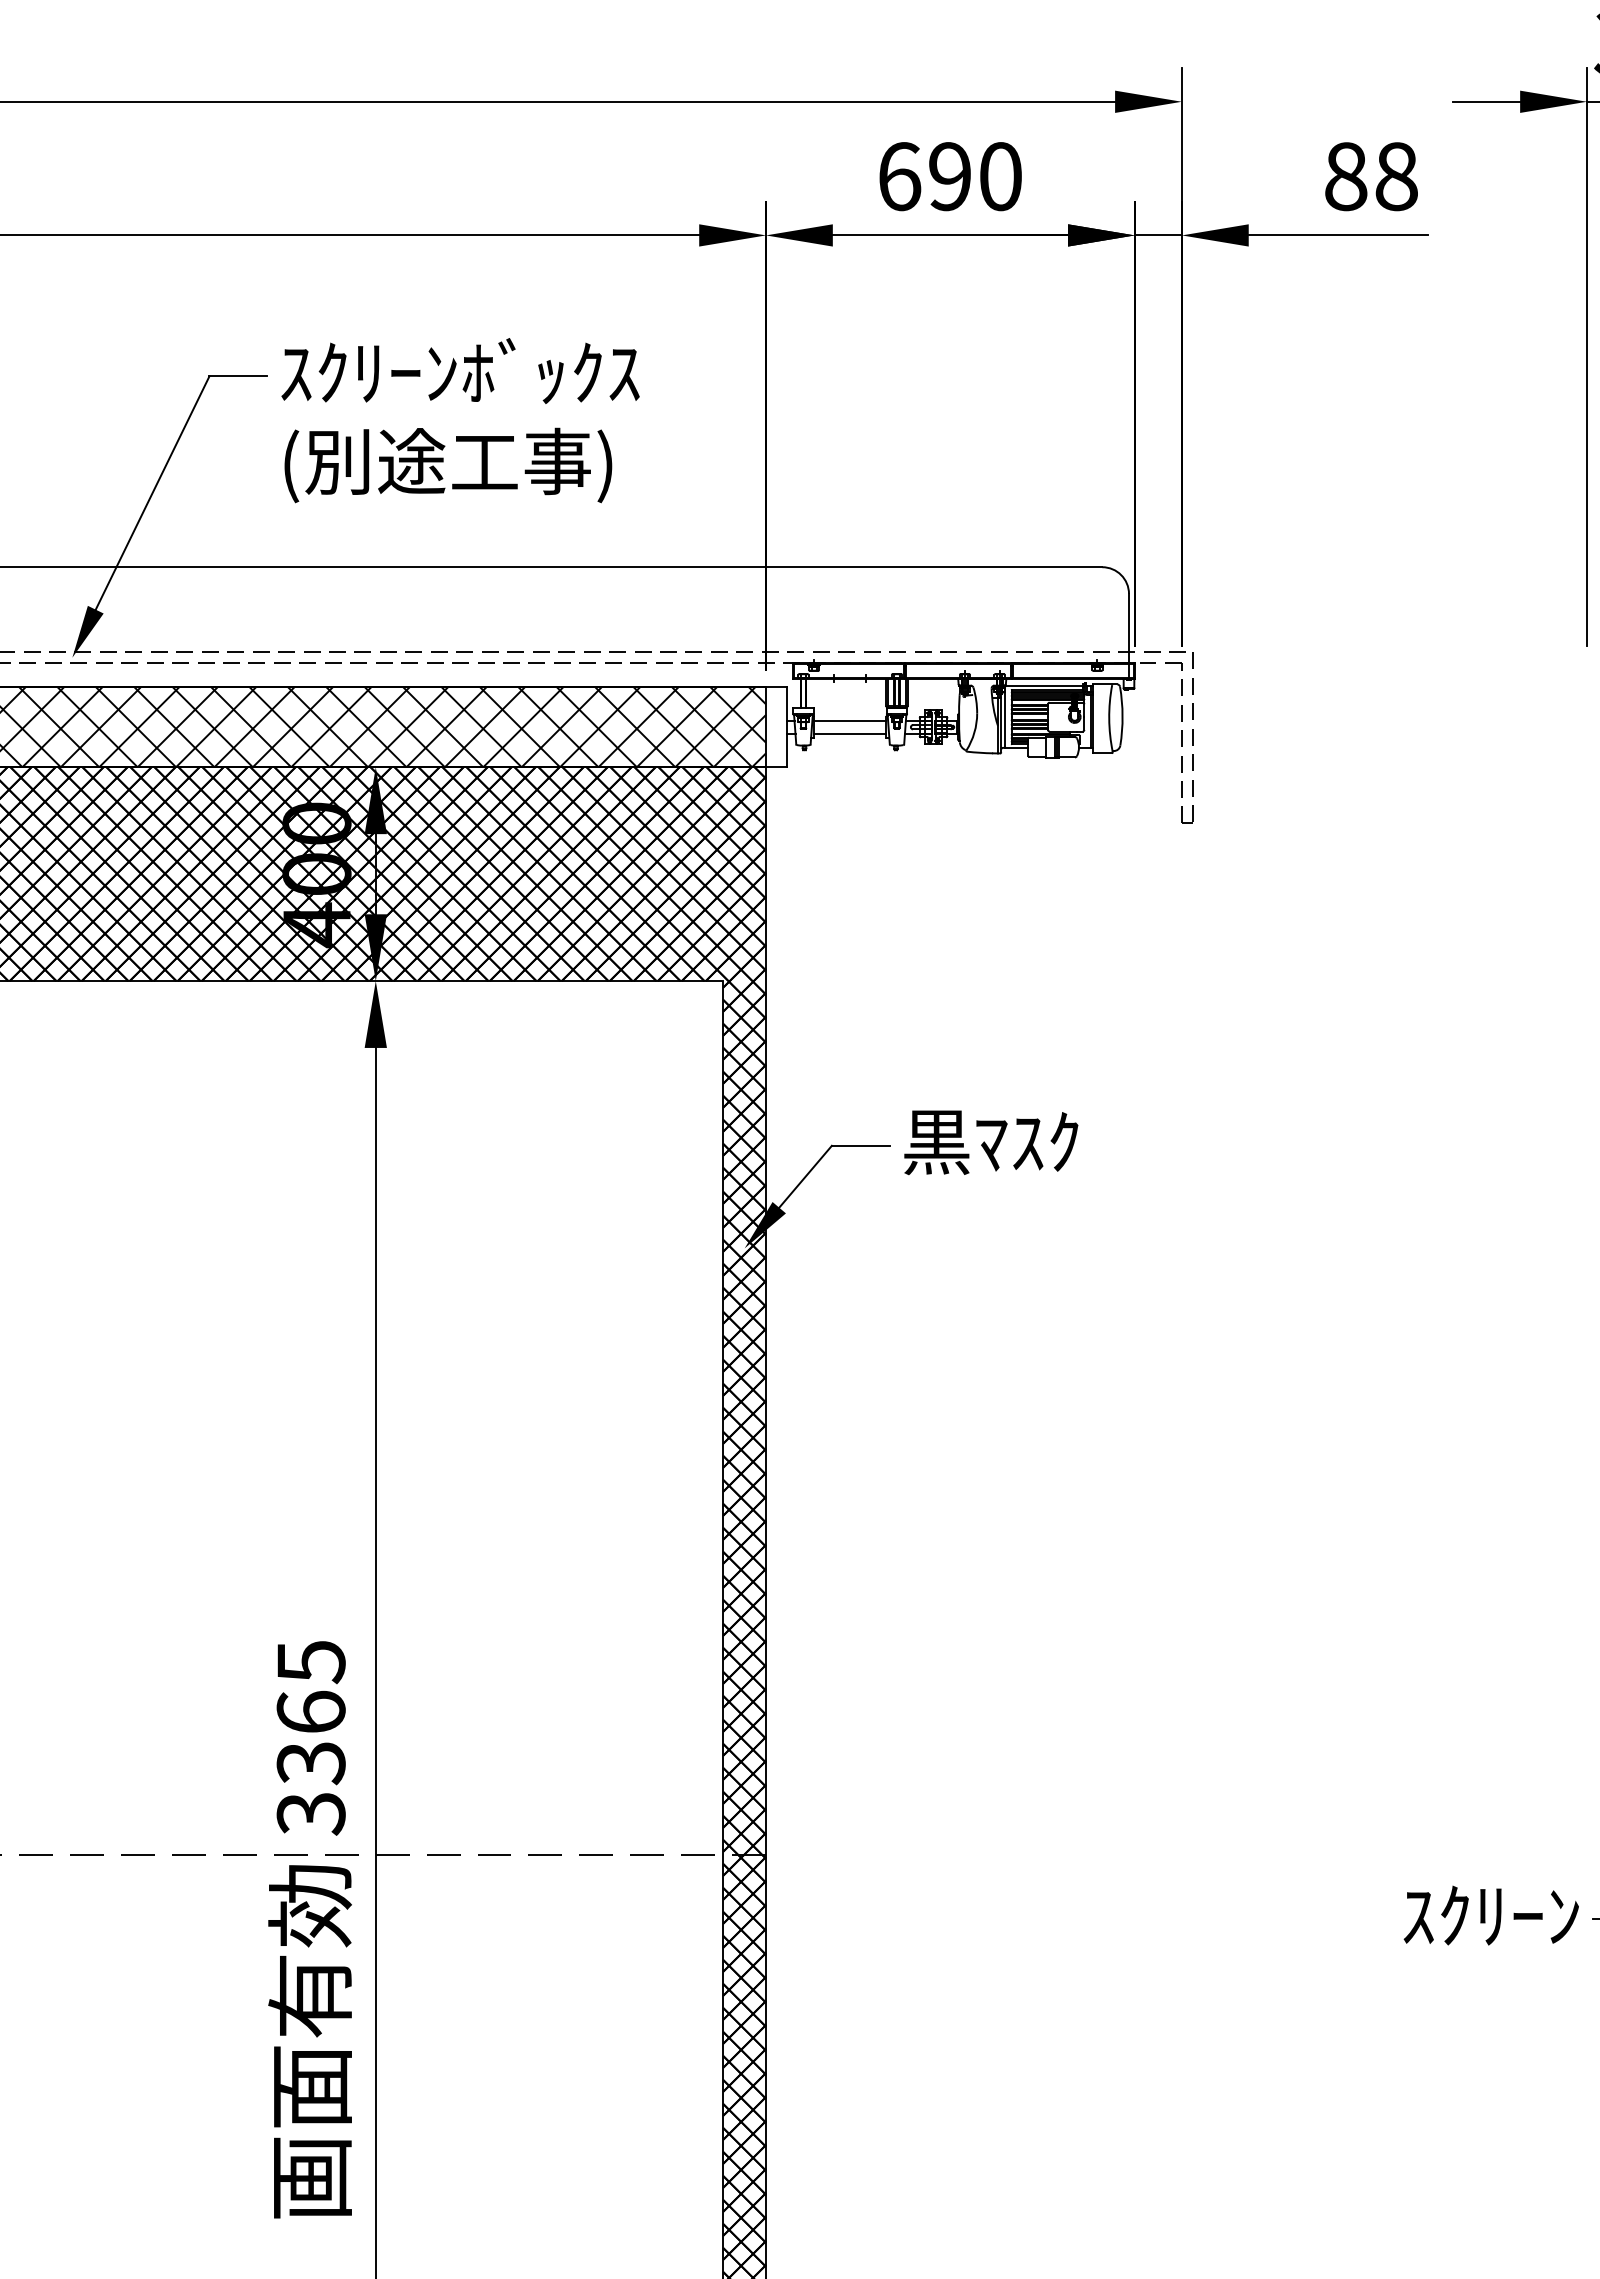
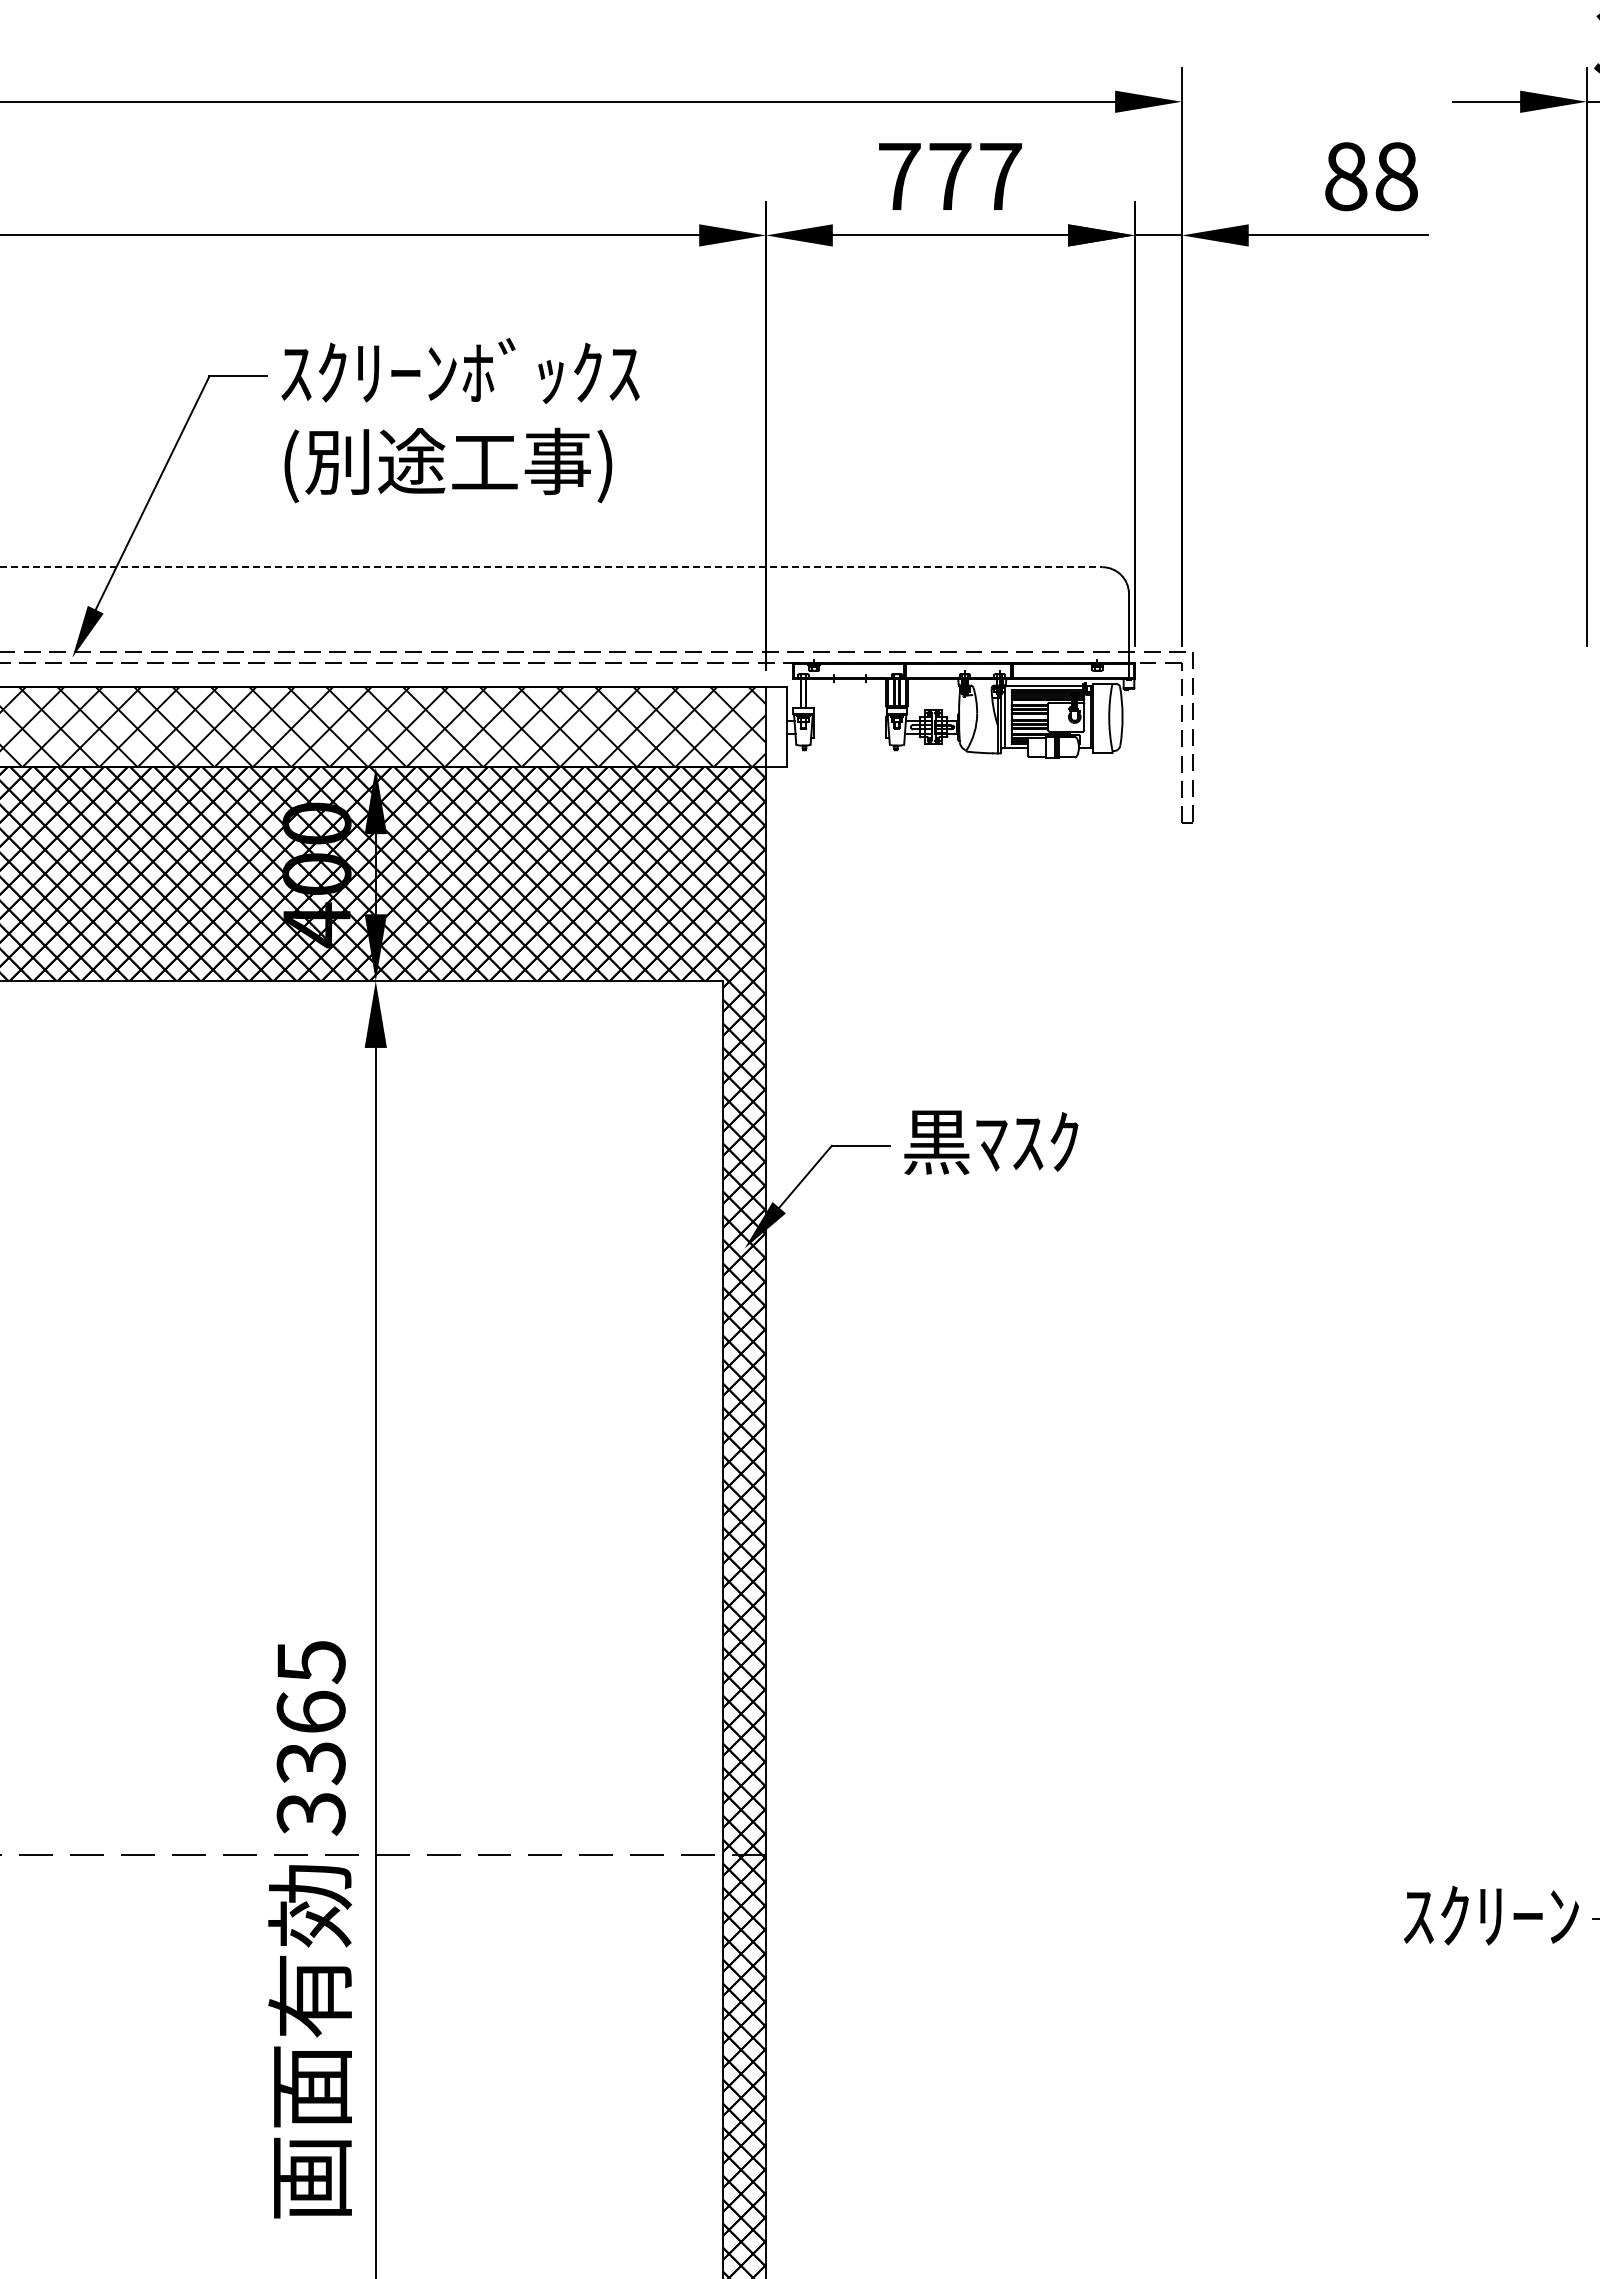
text at (950, 176): 690 -> 777
line at (551, 567): solid -> dashed
line at (850, 720): present -> none
line at (850, 733): present -> none
